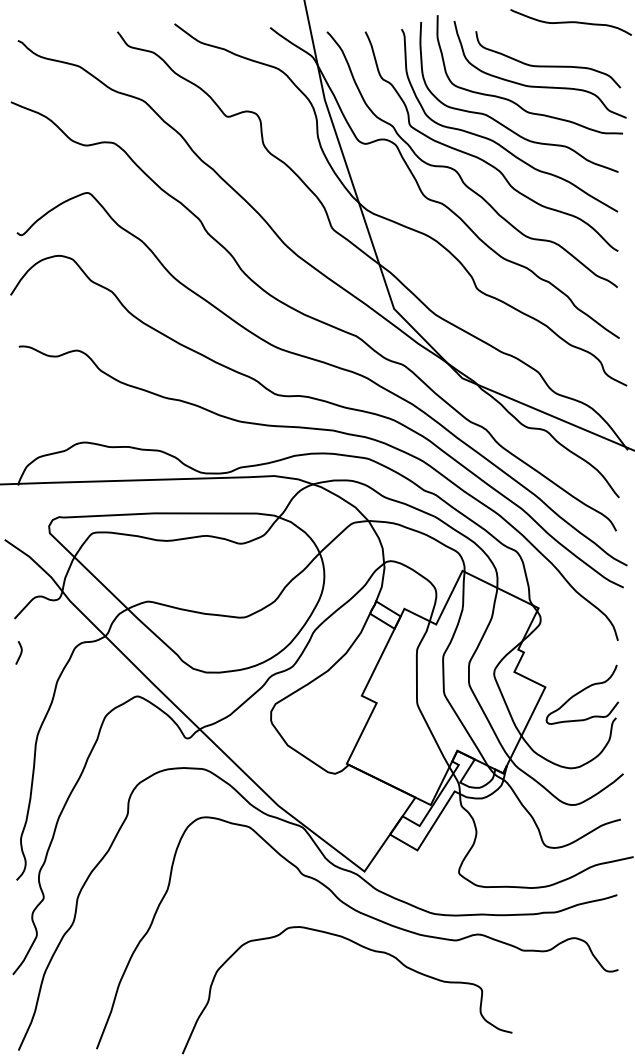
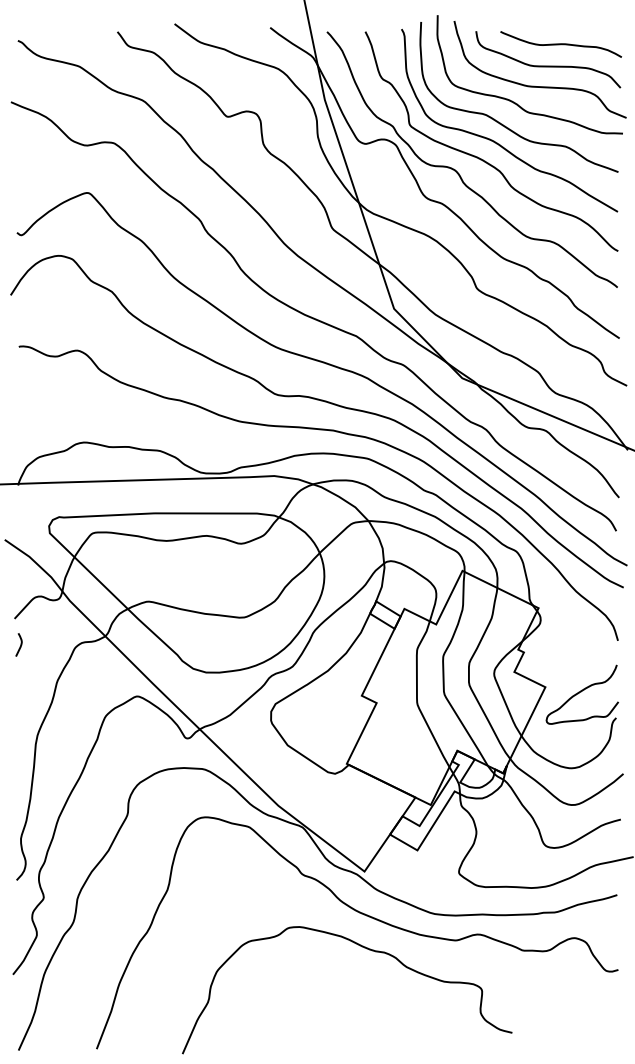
curve at (570, 22) position: (570, 22) -> (560, 44)
curve at (20, 652) position: (20, 652) -> (20, 644)
